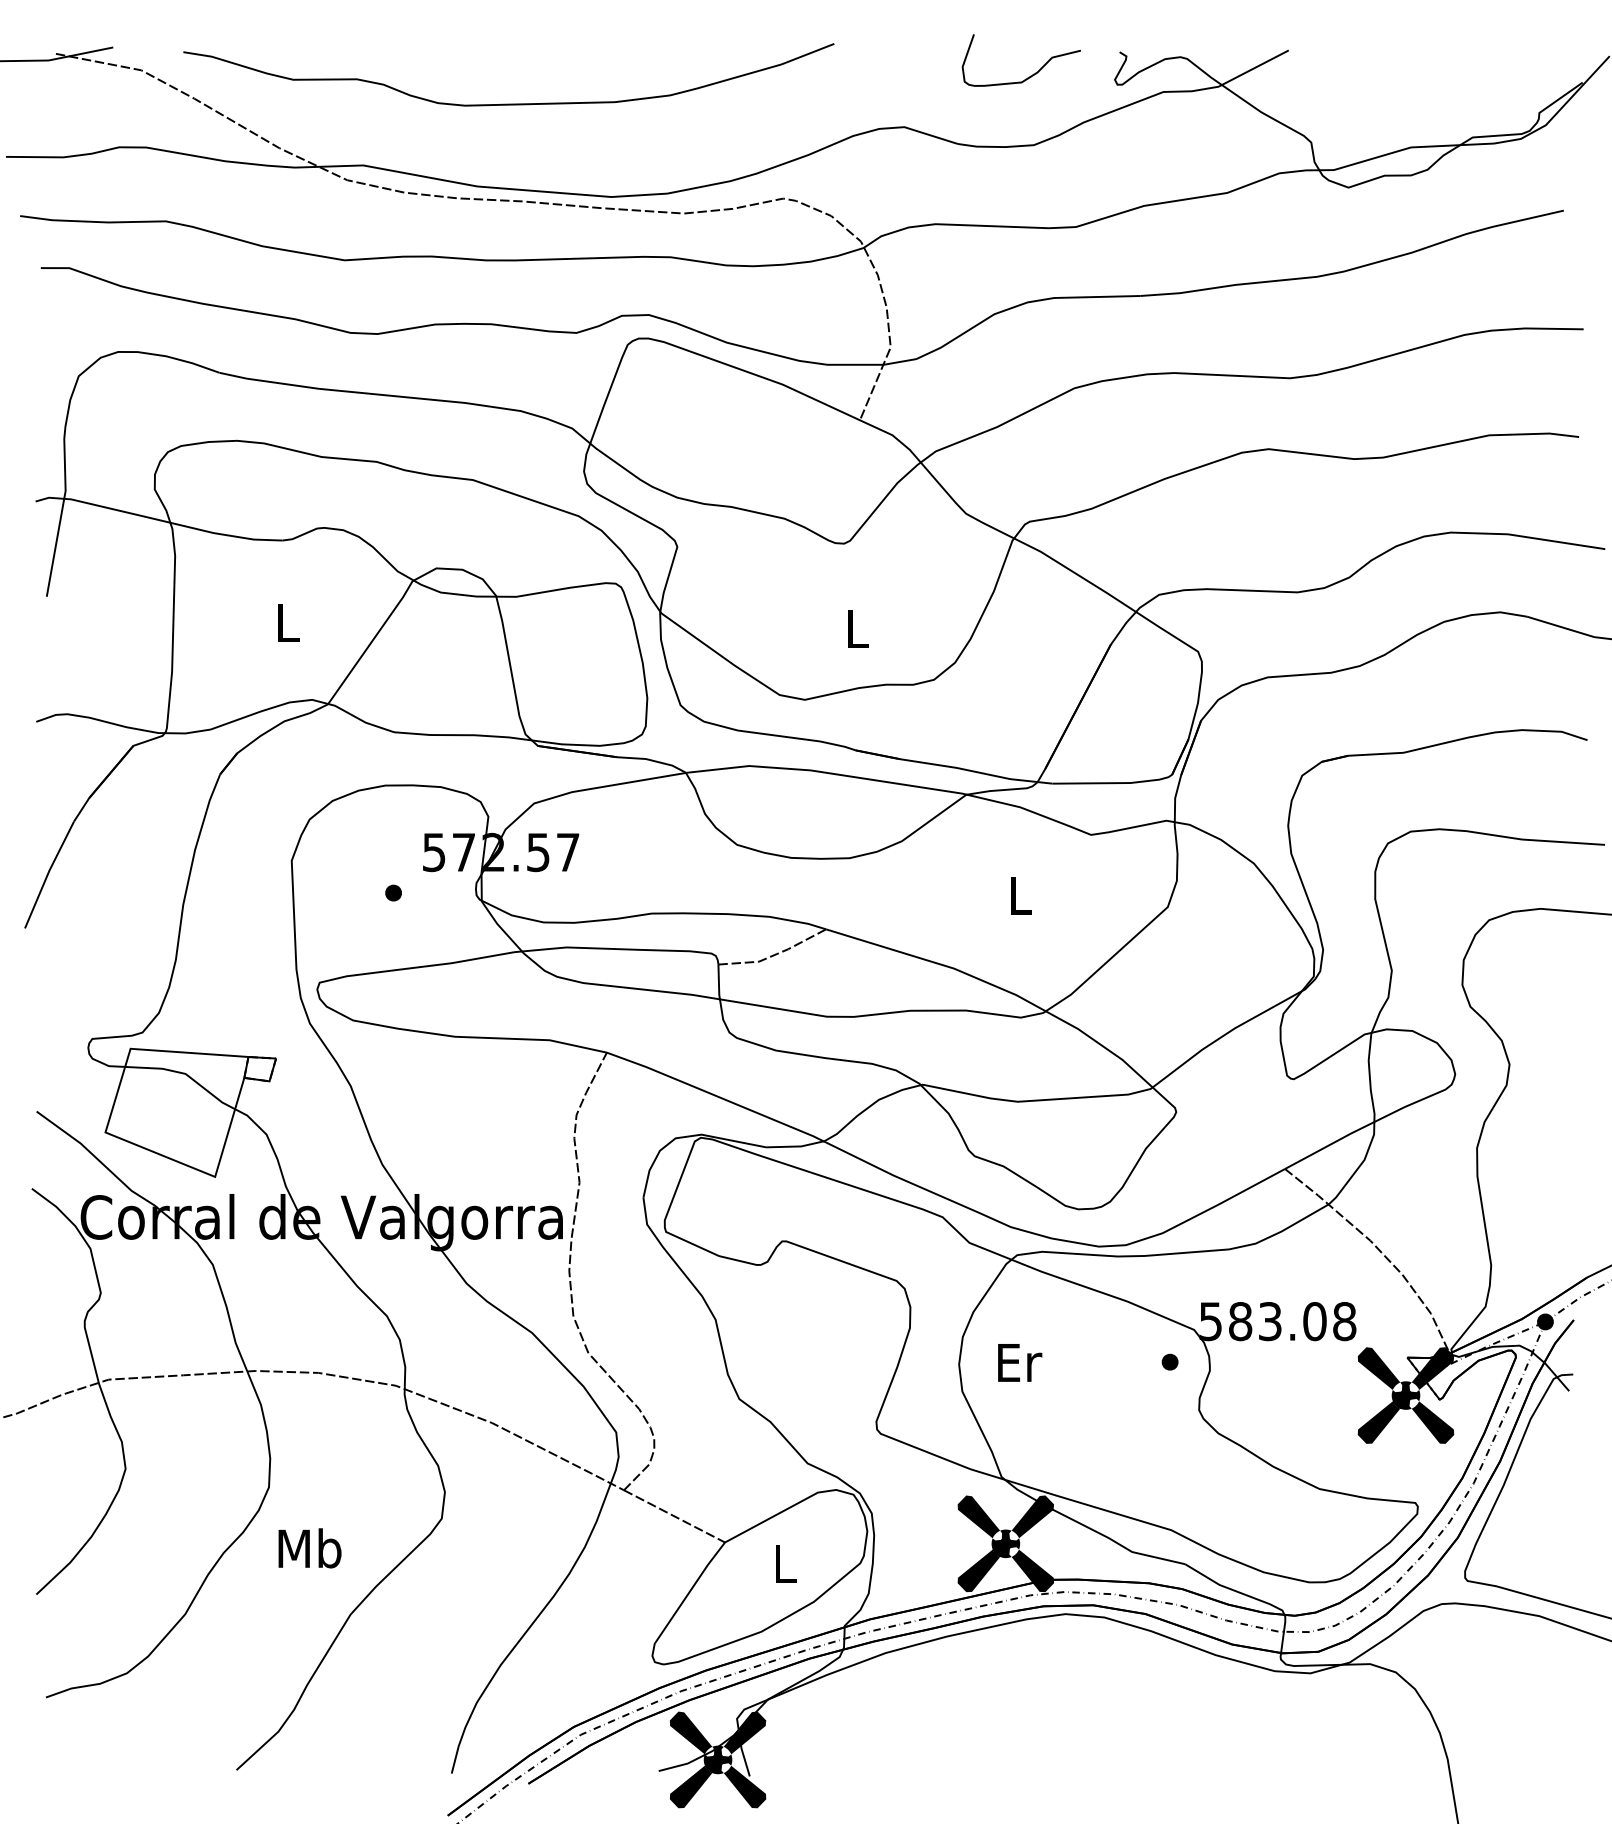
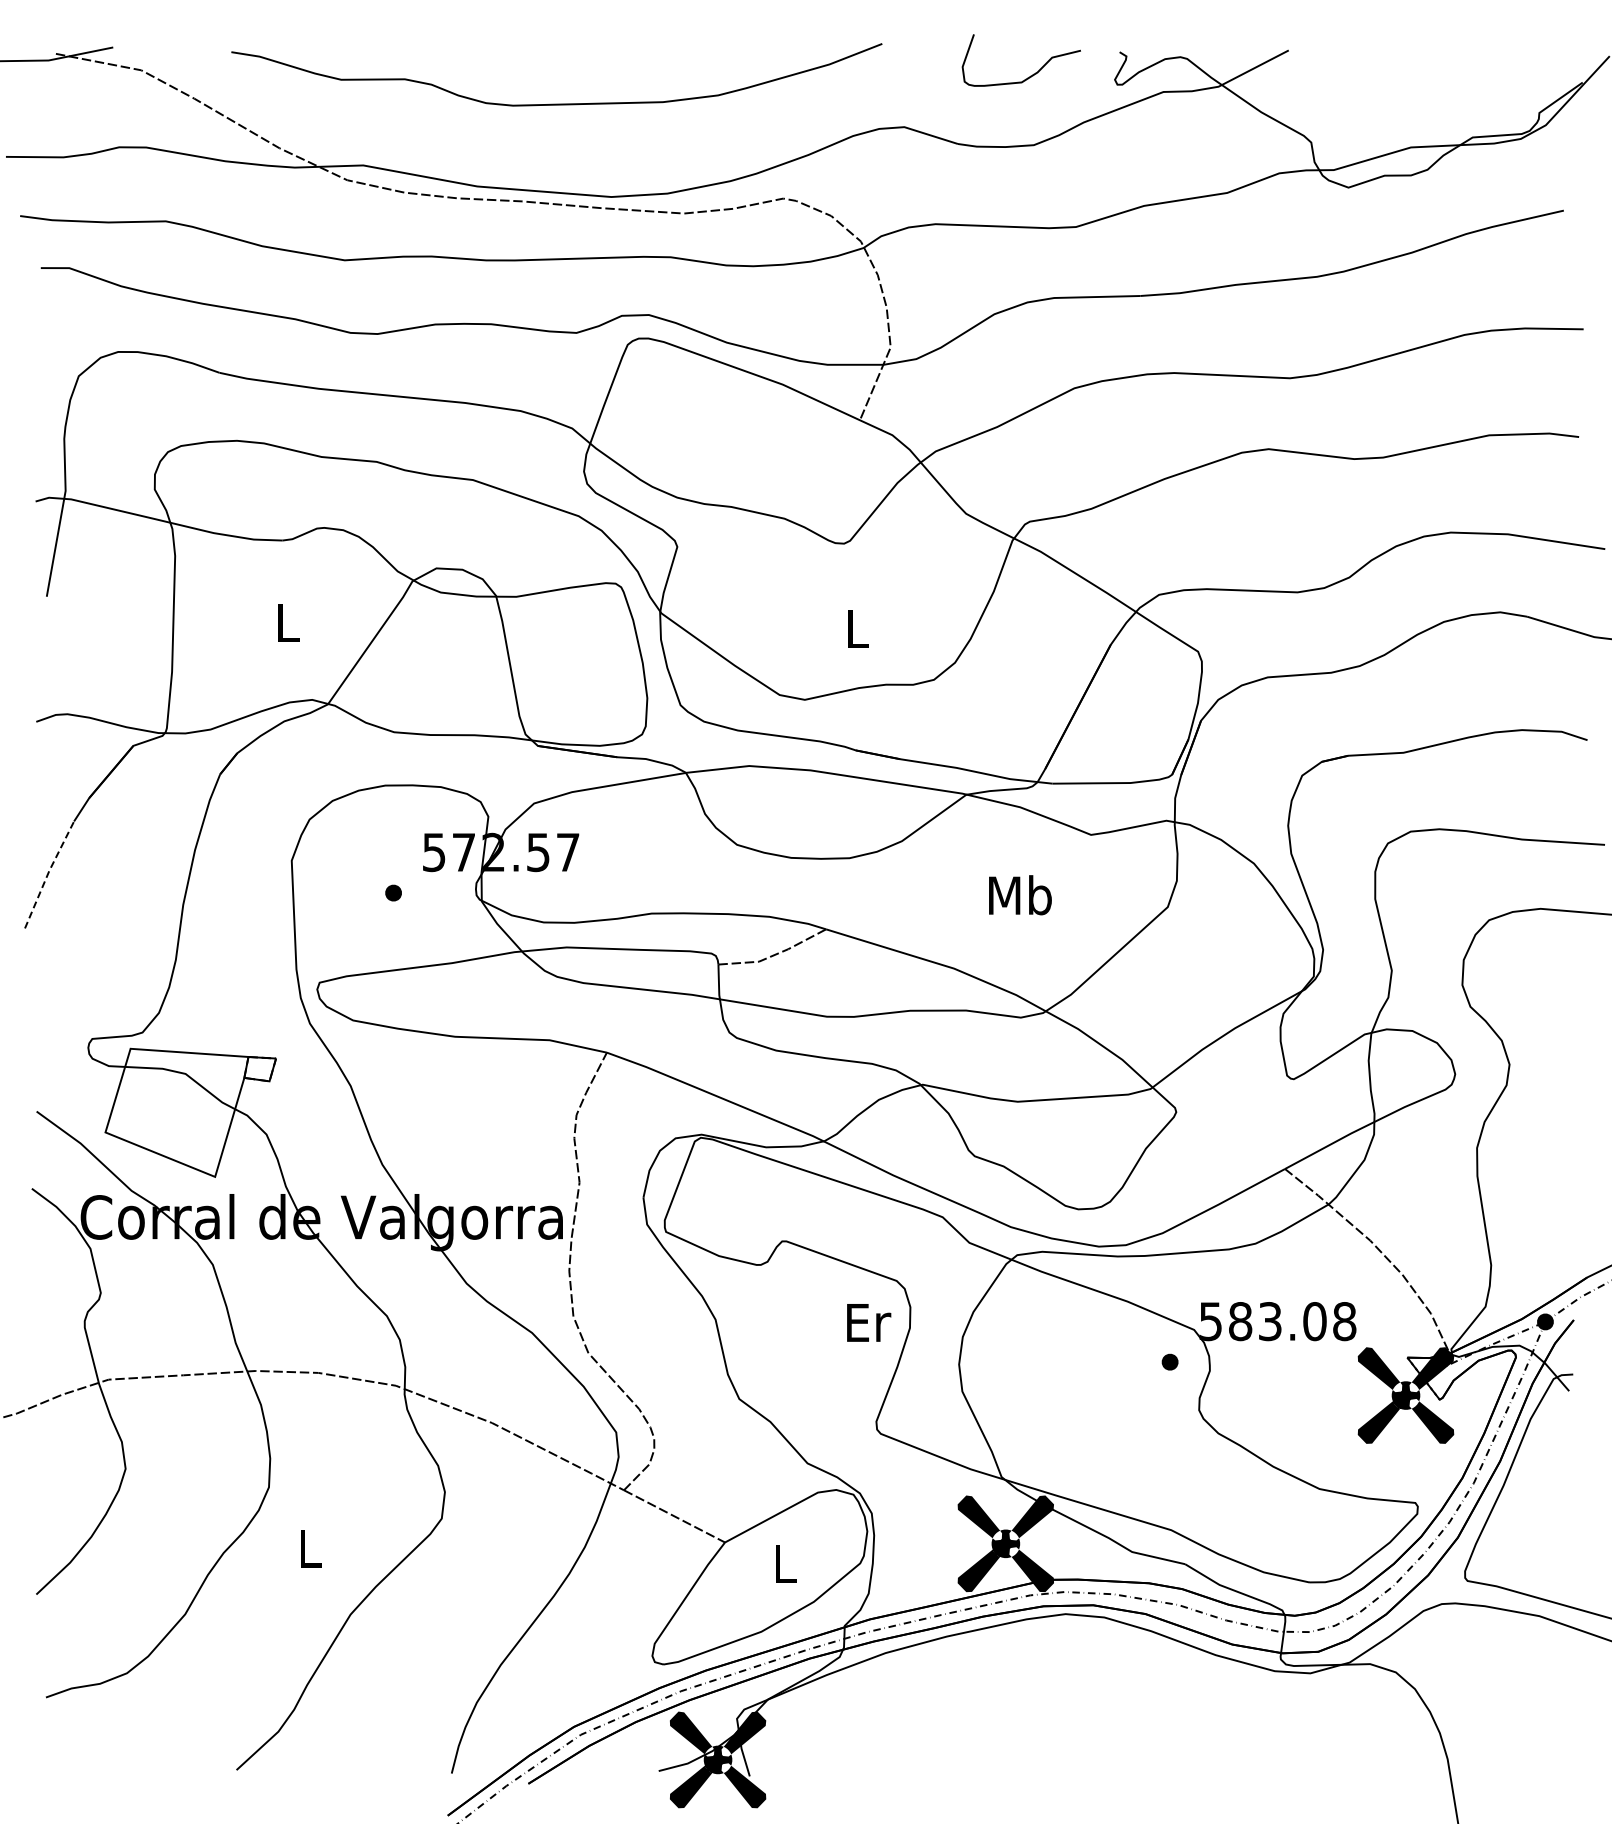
curve at (508, 103) position: (508, 103) -> (556, 103)
line at (48, 873): solid -> dashed
text at (1020, 895): L -> Mb
text at (1020, 1362) position: (1020, 1362) -> (869, 1322)
text at (309, 1548): Mb -> L
